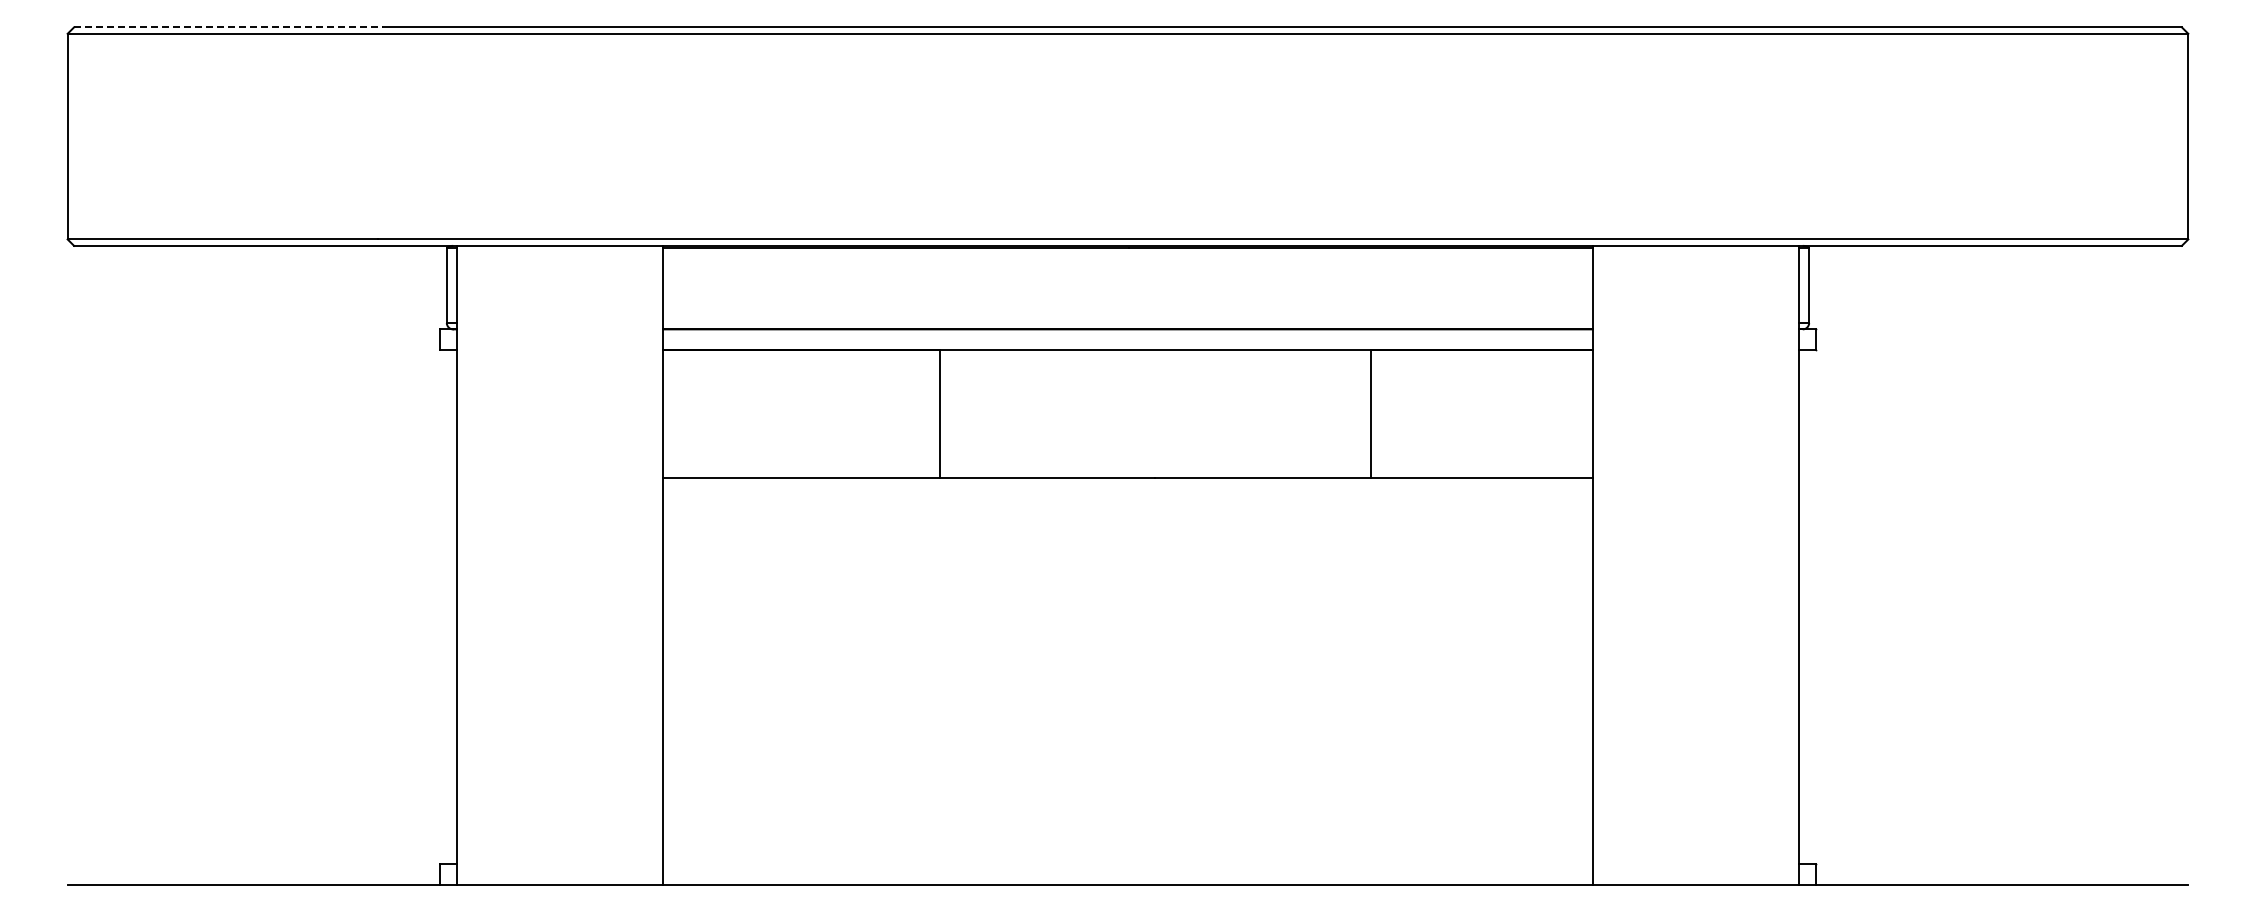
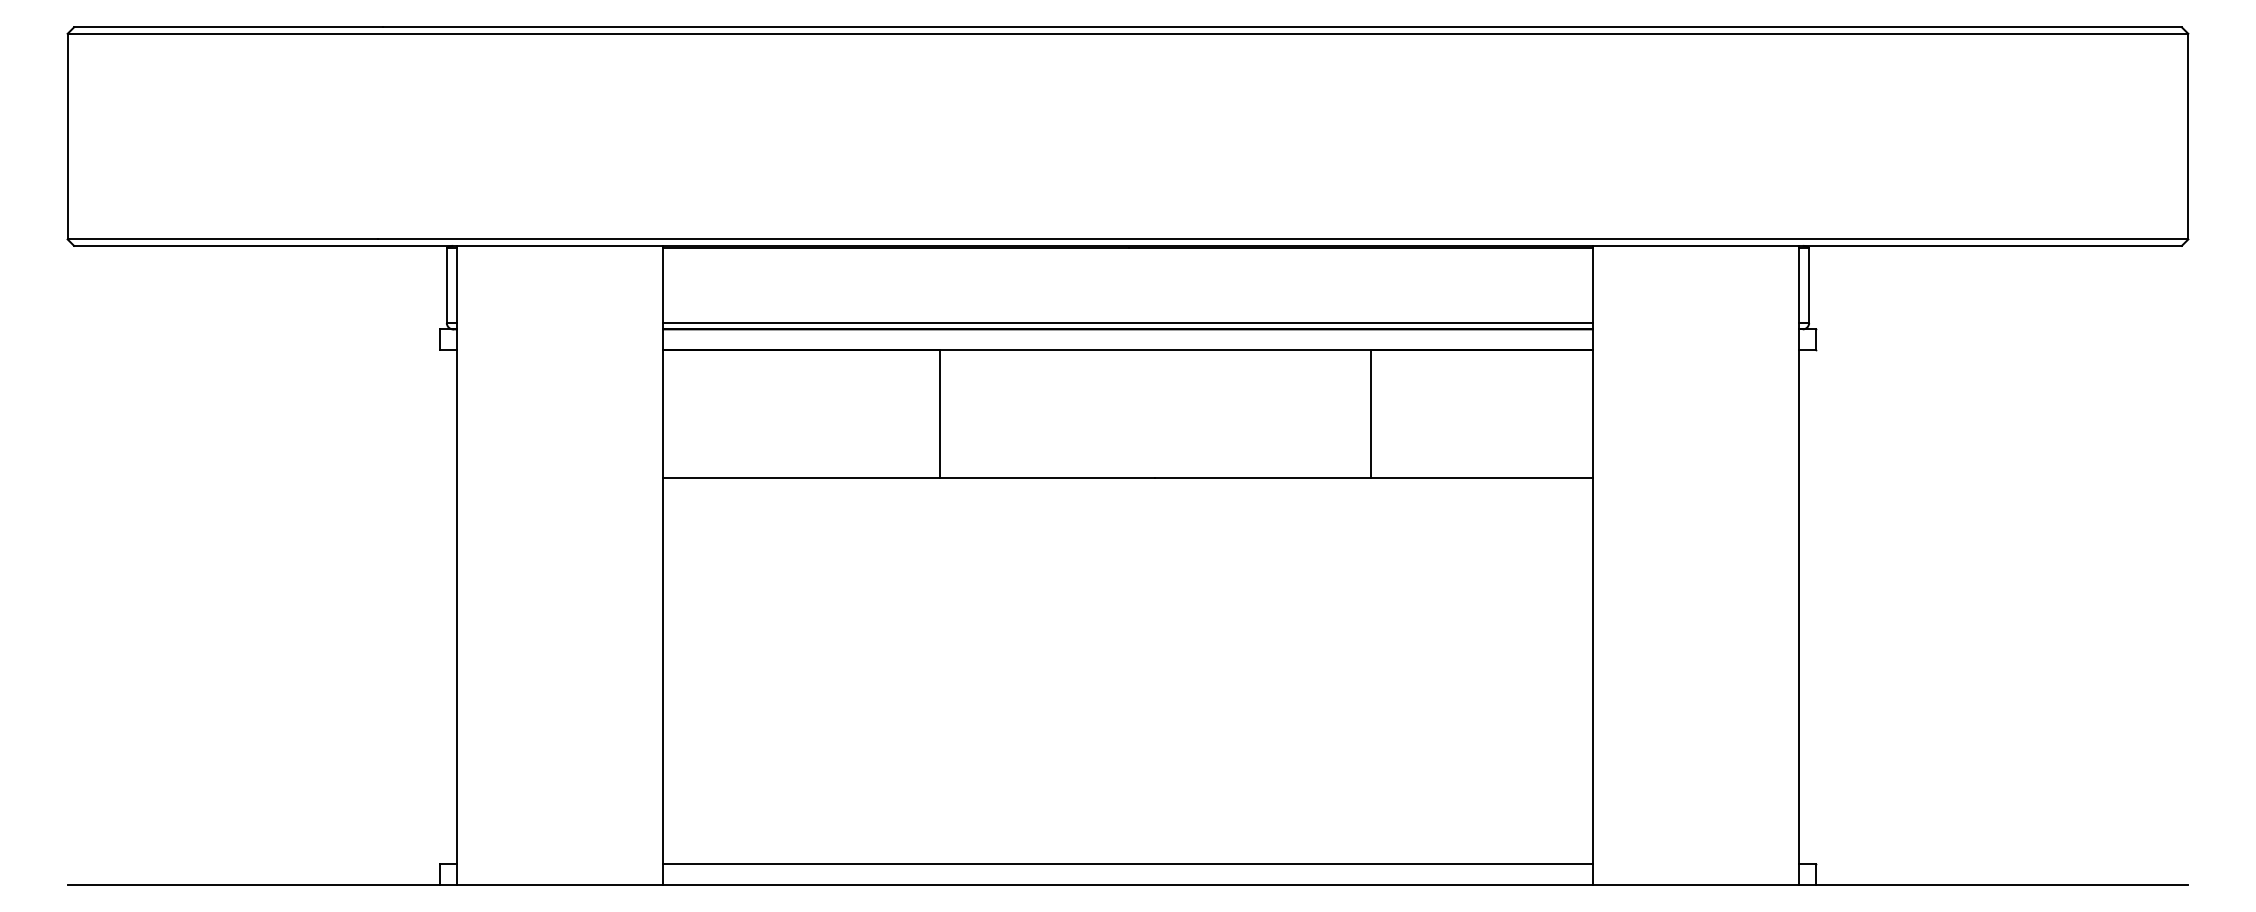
line at (228, 27): dashed -> solid
line at (1127, 322): none -> present
line at (1127, 864): none -> present
